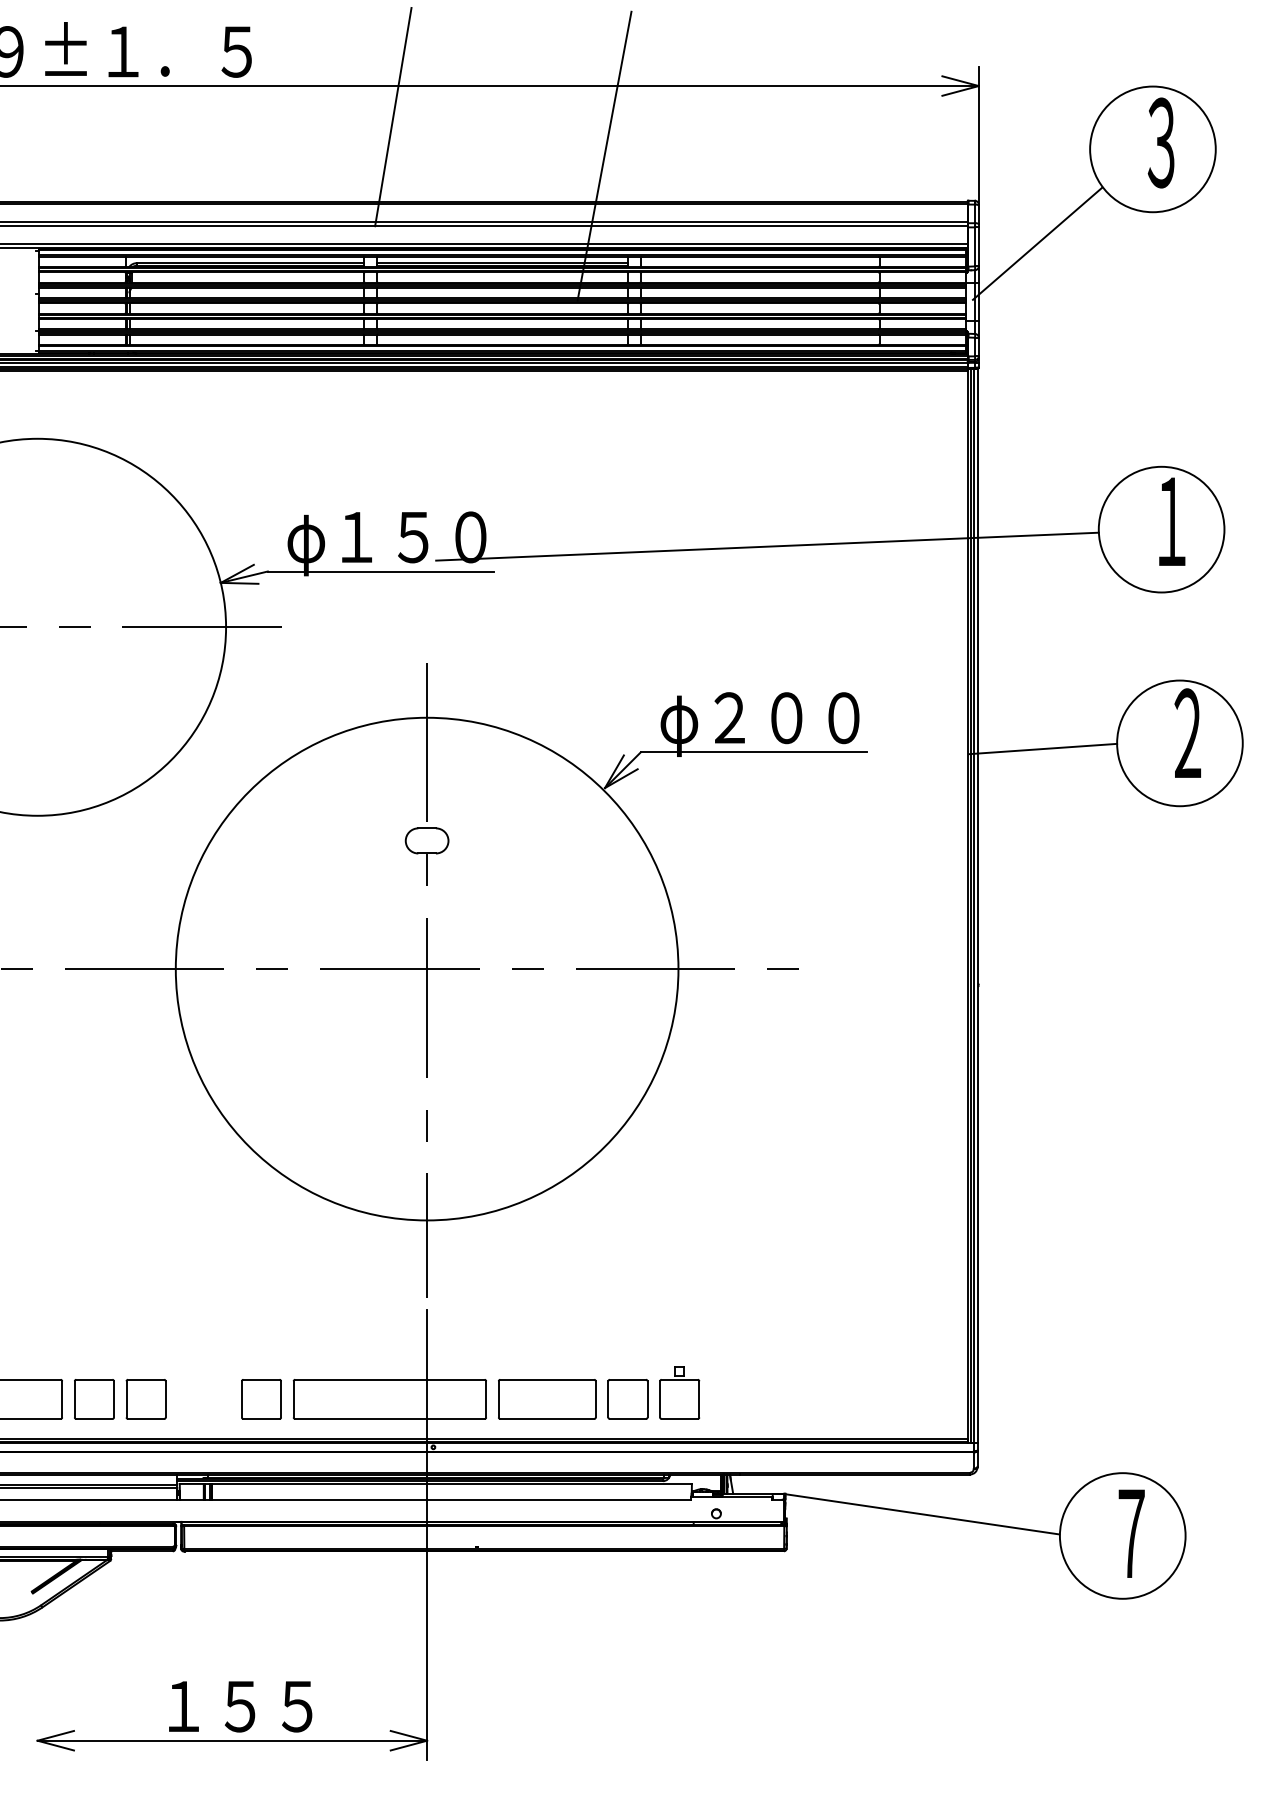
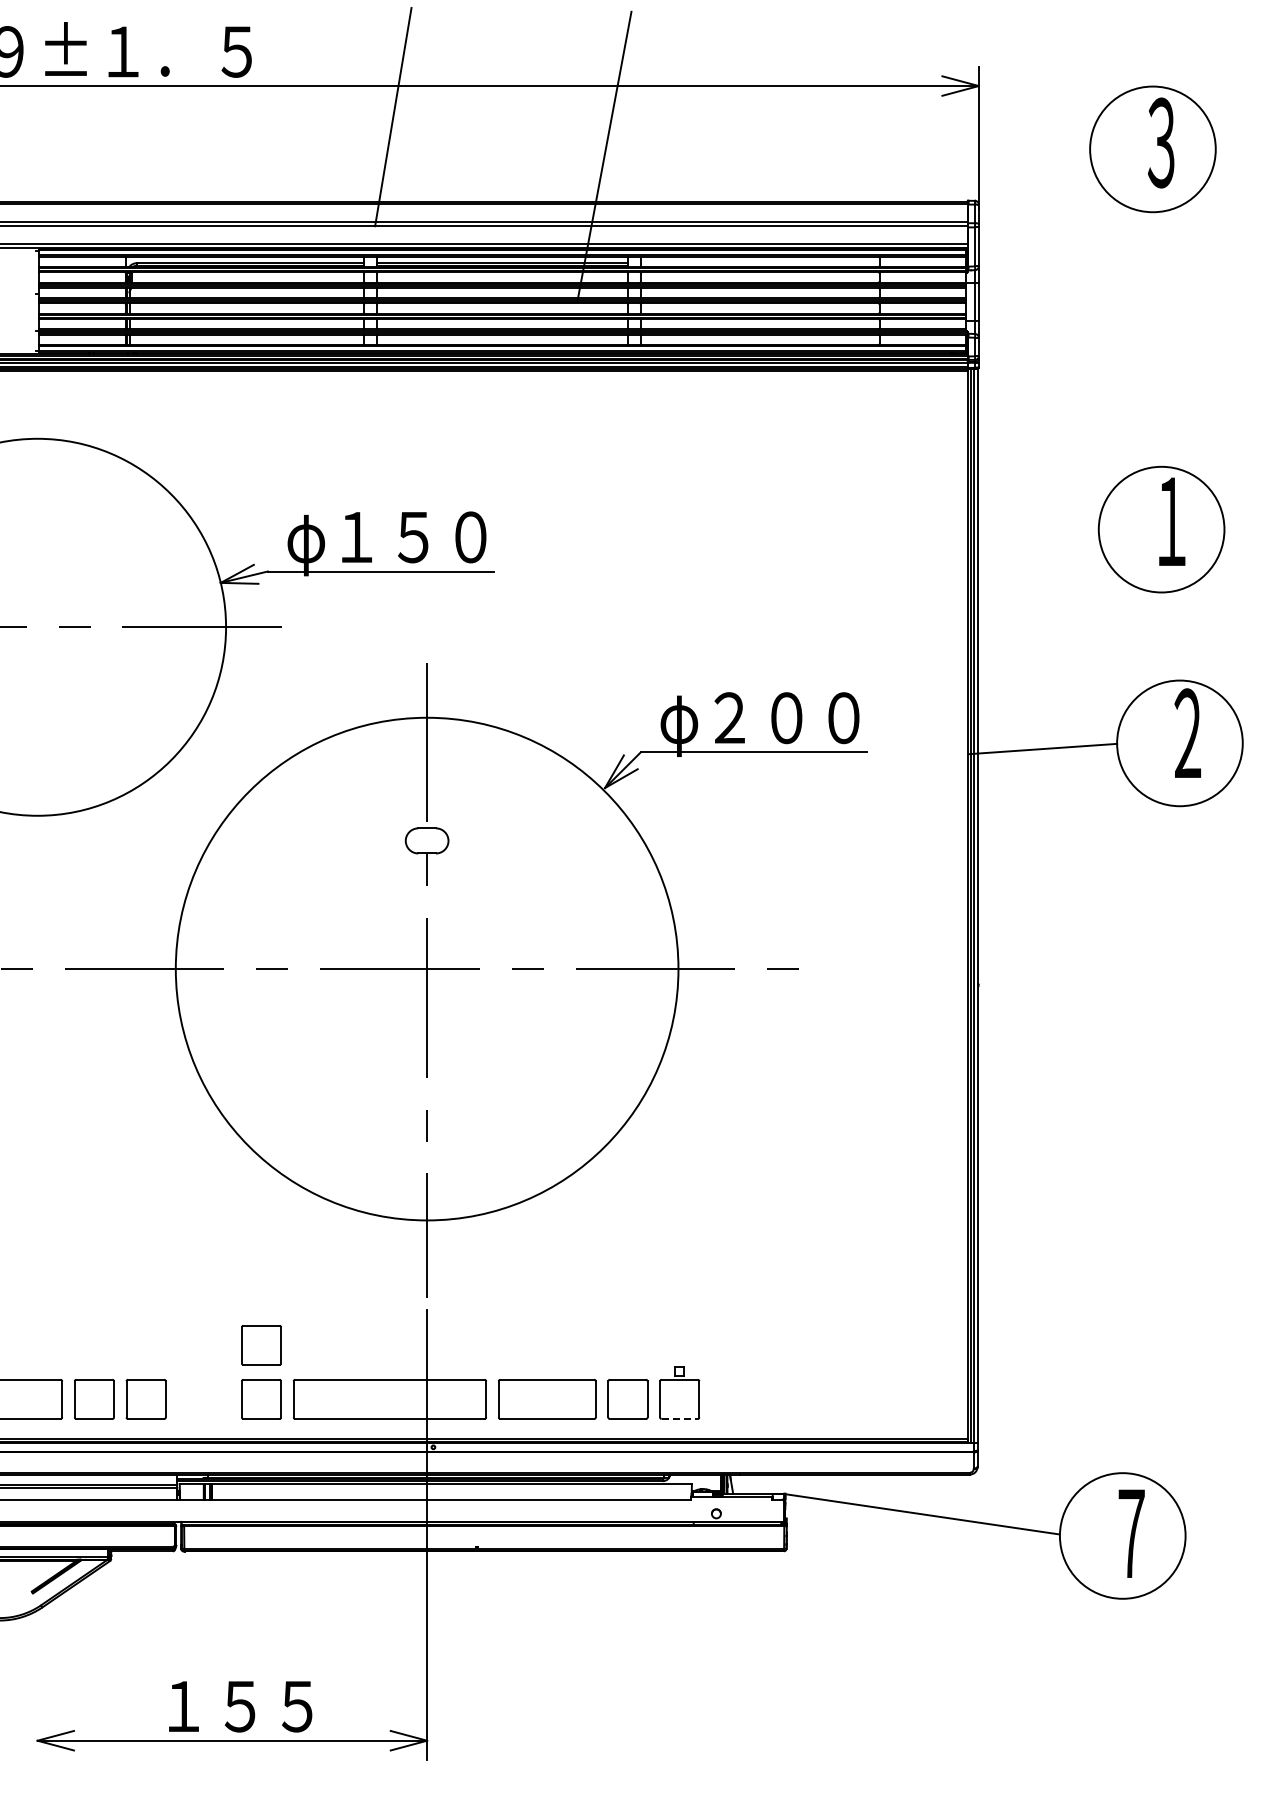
line at (1037, 243): present -> none
line at (767, 546): present -> none
part at (261, 1345): none -> present
line at (680, 1418): solid -> dashed
